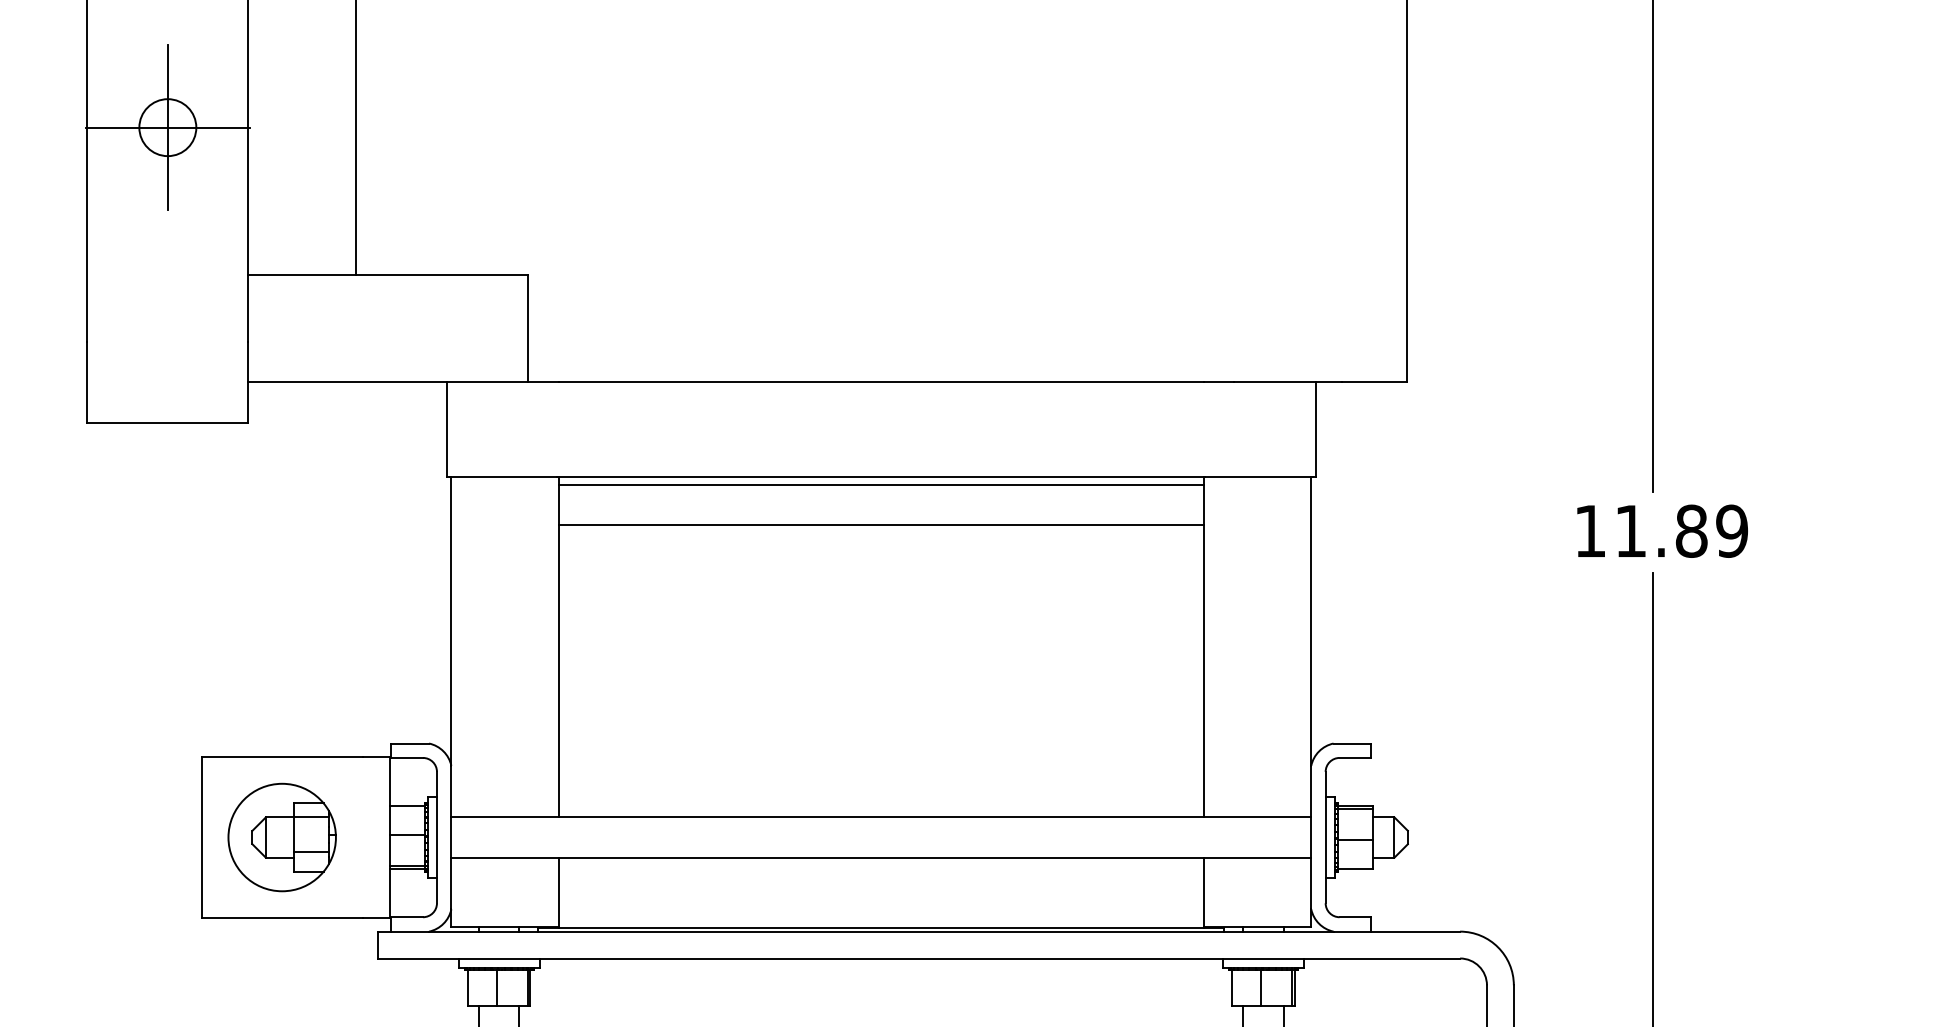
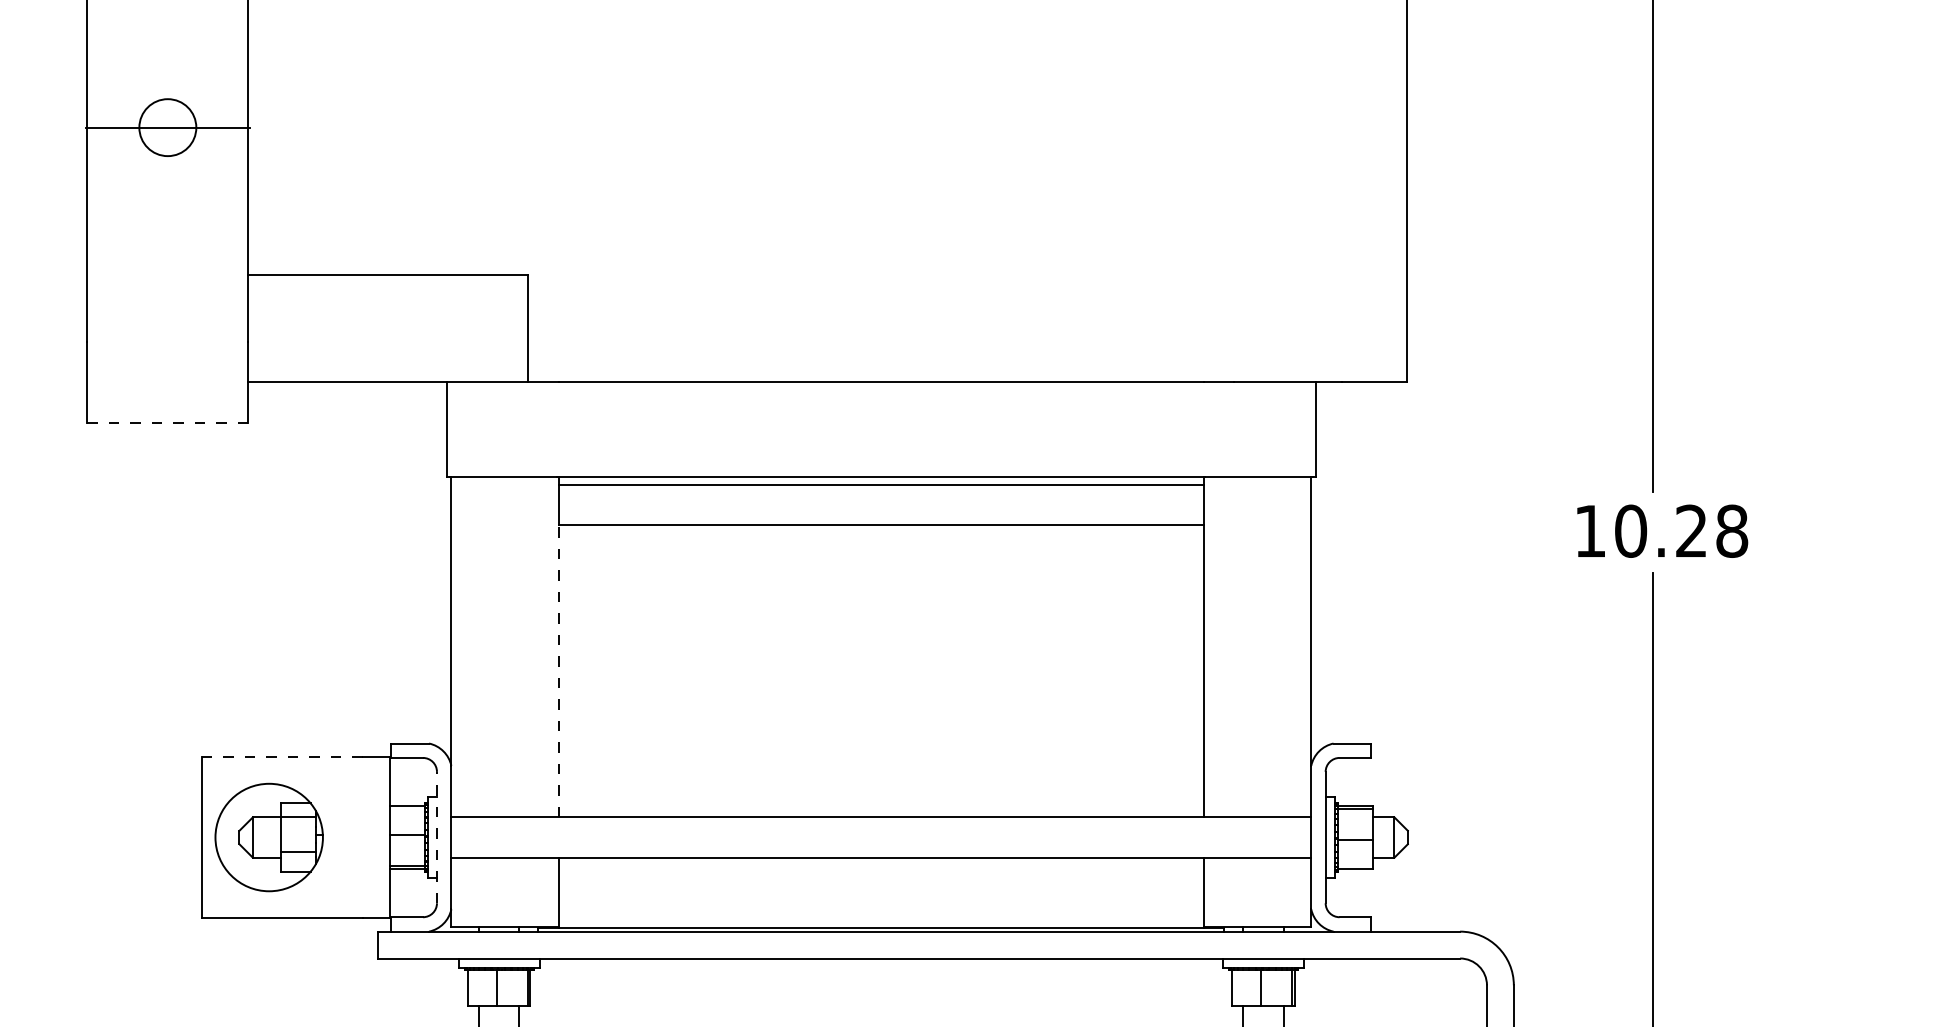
line at (167, 127): present -> none
line at (355, 138): present -> none
line at (167, 423): solid -> dashed
text at (1681, 530): 11.89 -> 10.28
line at (558, 670): solid -> dashed
line at (282, 756): solid -> dashed
part at (281, 837) position: (281, 837) -> (268, 837)
line at (436, 837): solid -> dashed
